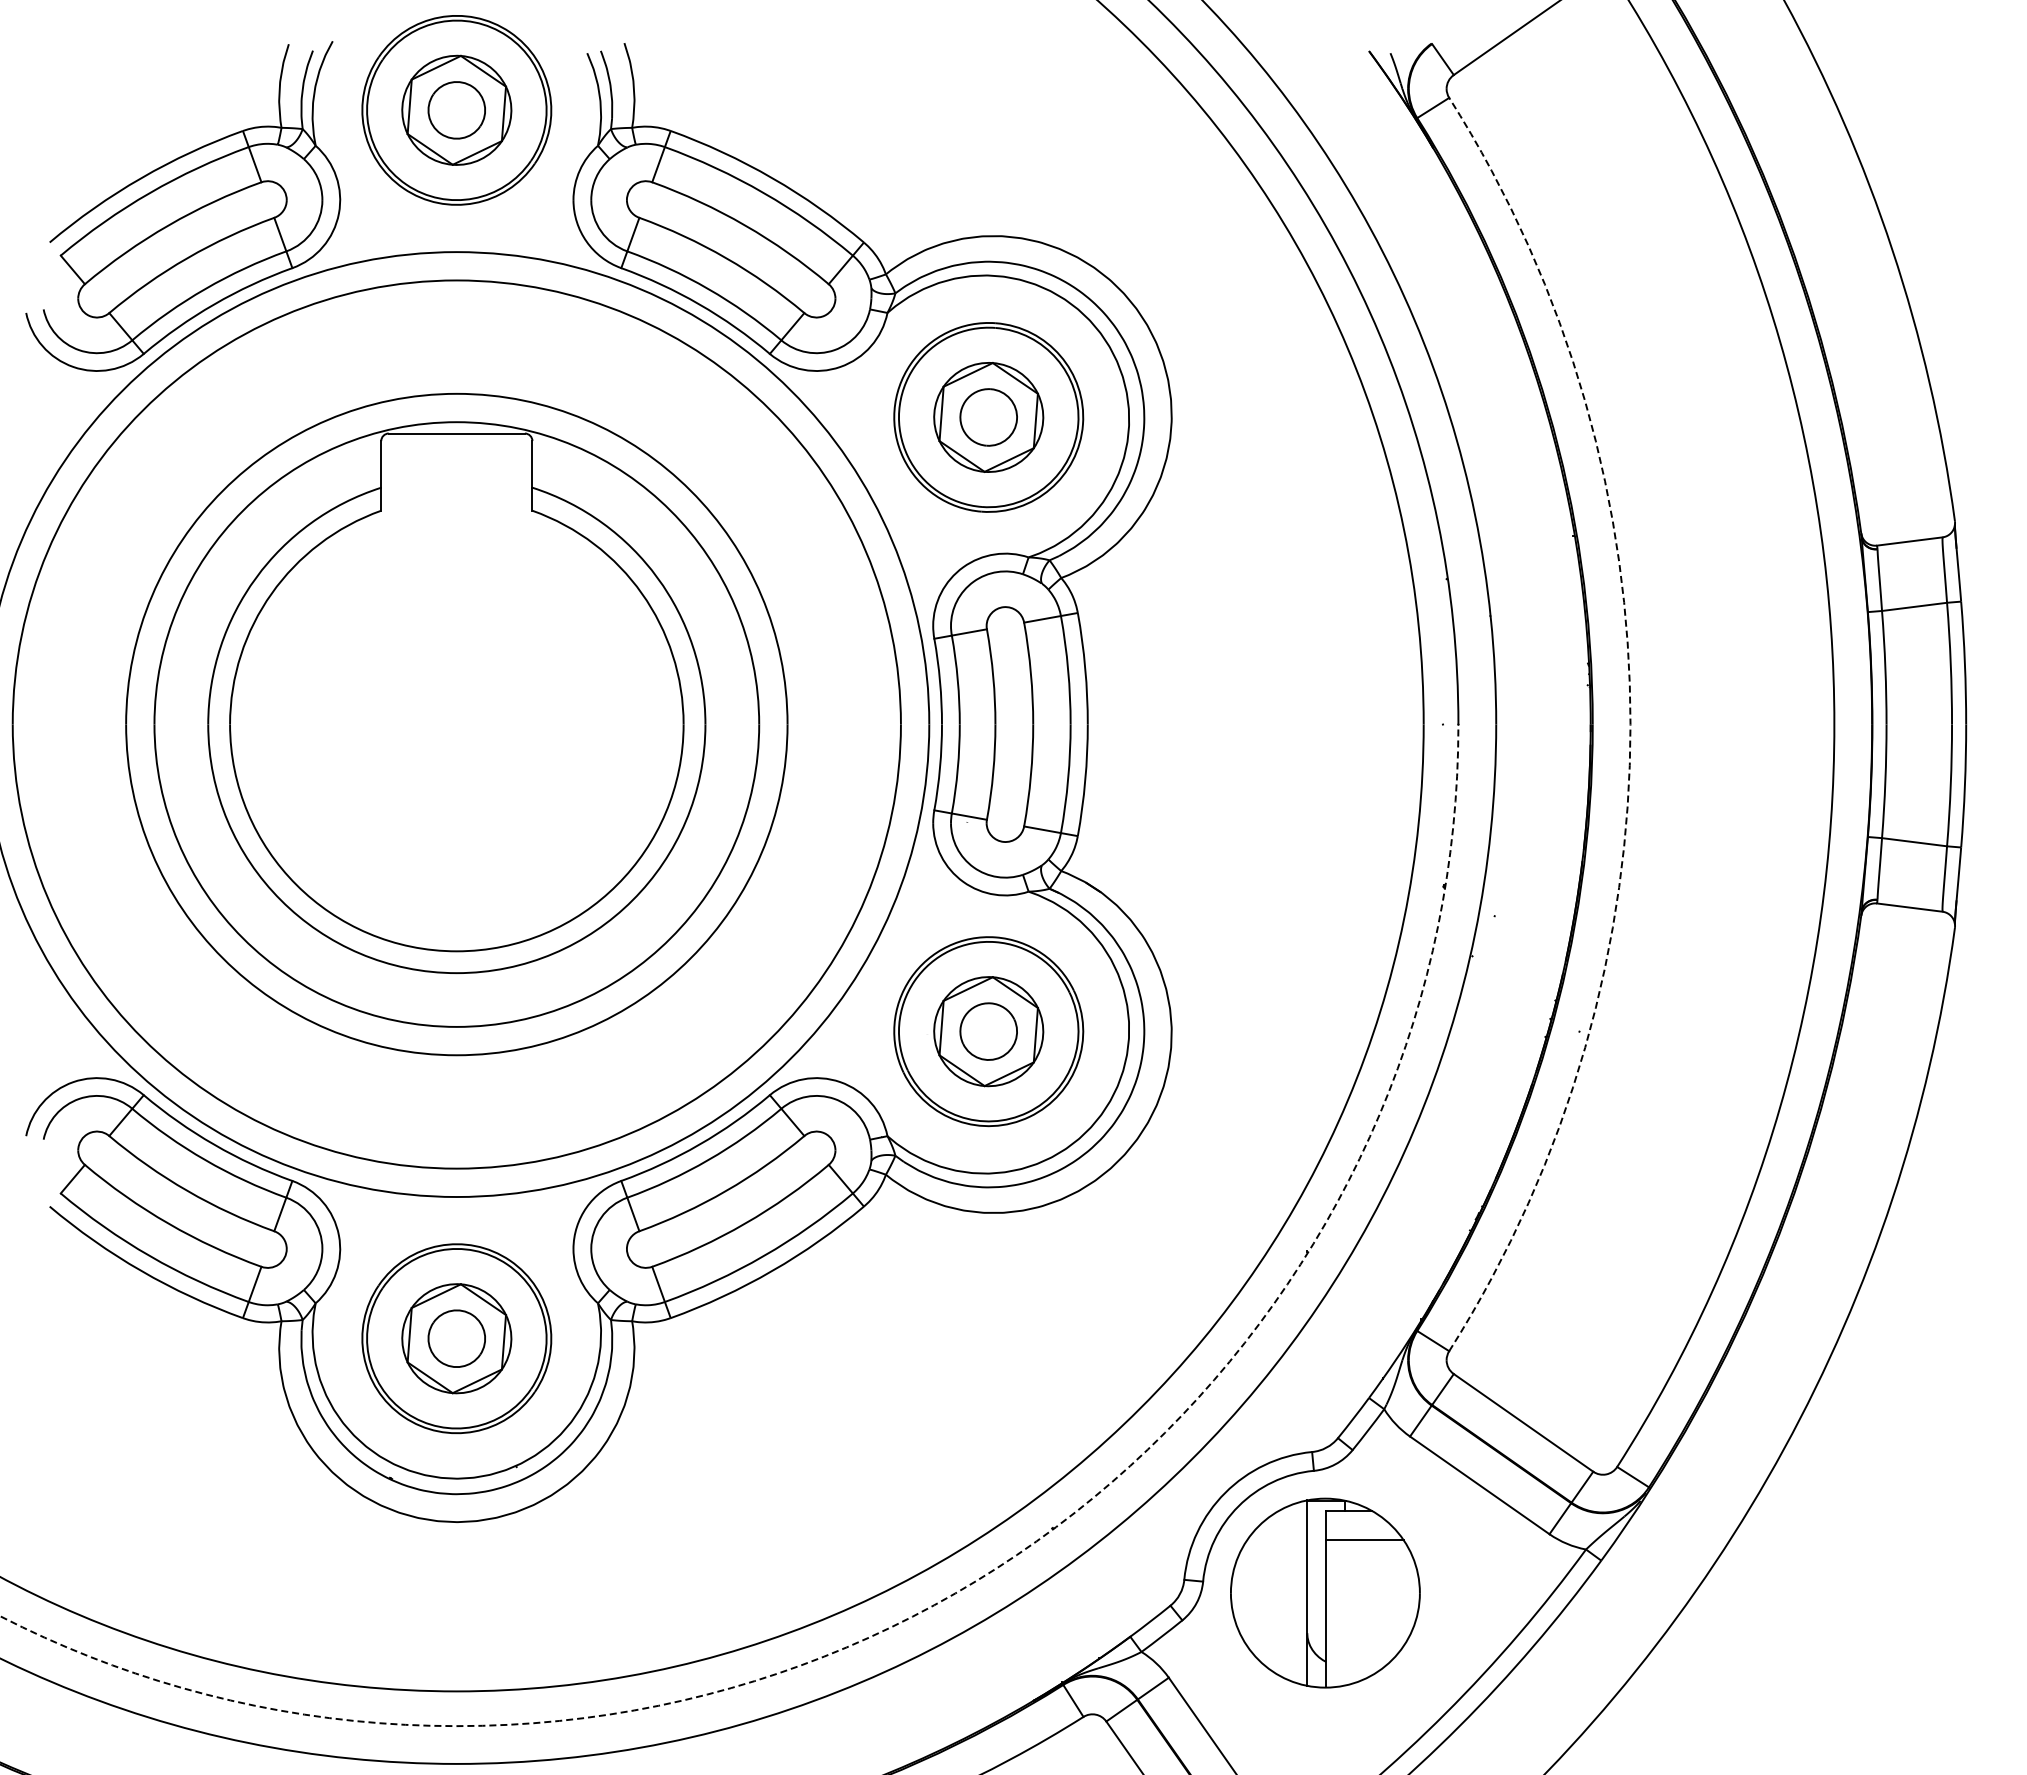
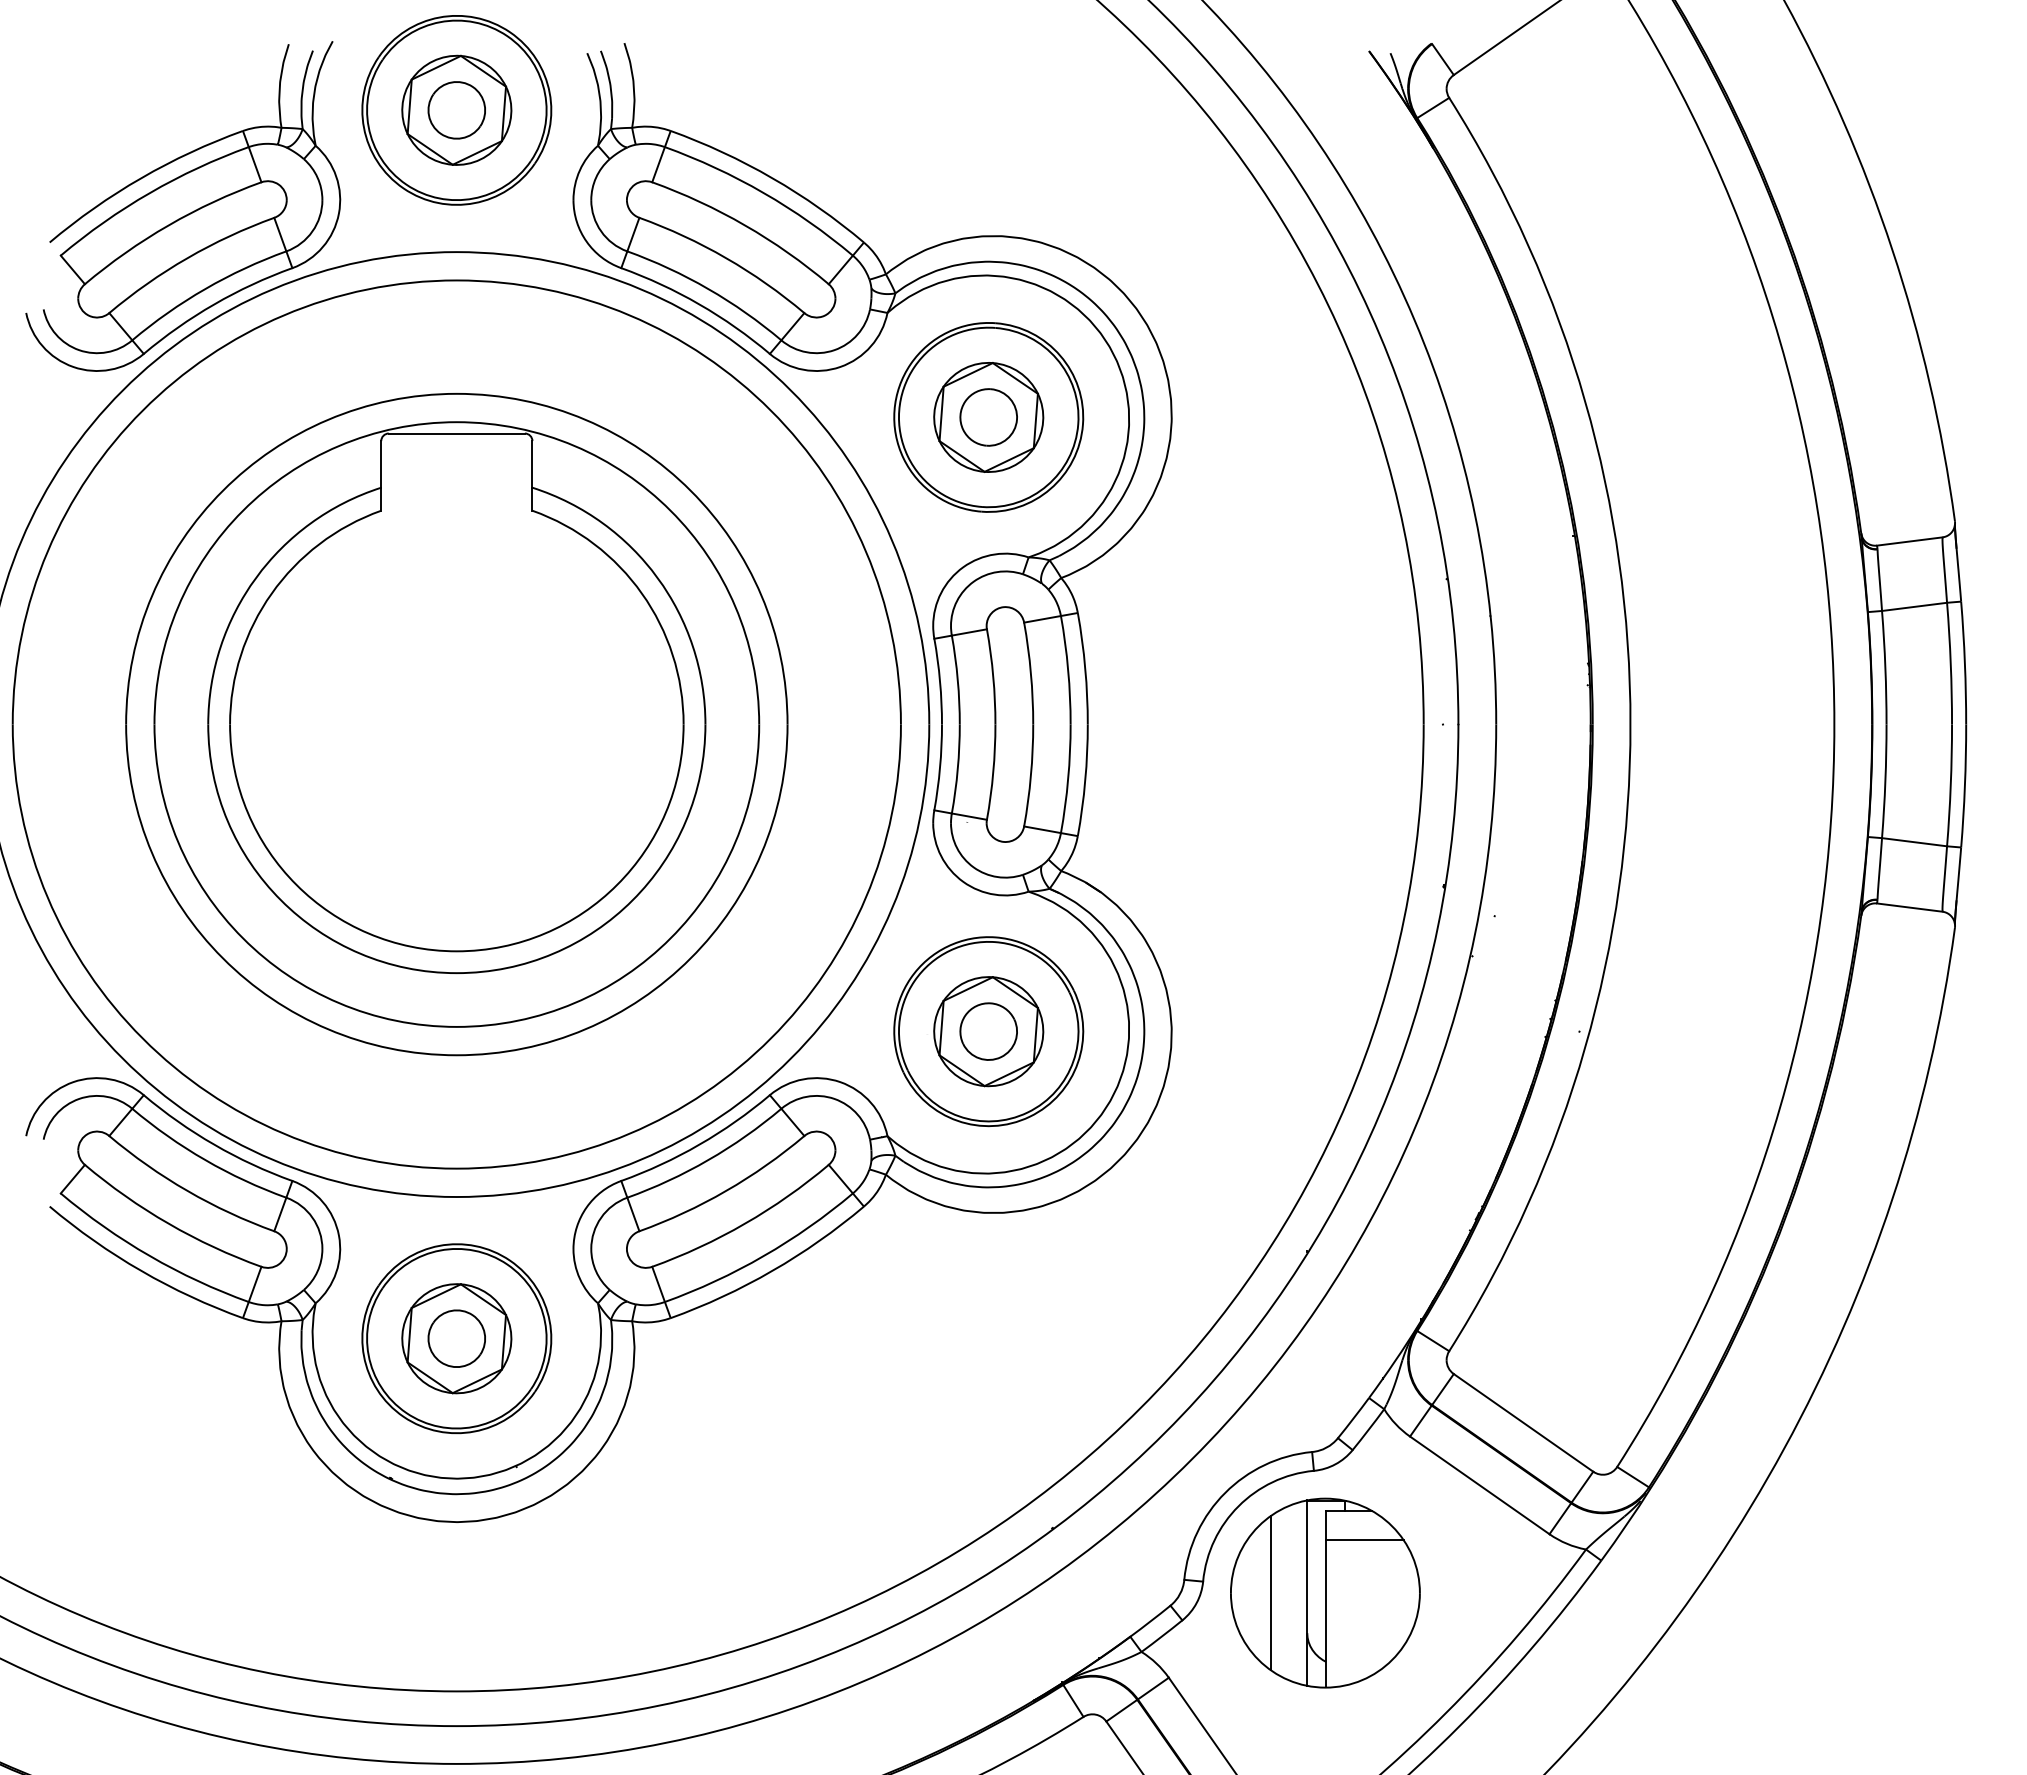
arc at (1630, 724): dashed -> solid
arc at (982, 1577): dashed -> solid
line at (1270, 1593): none -> present
